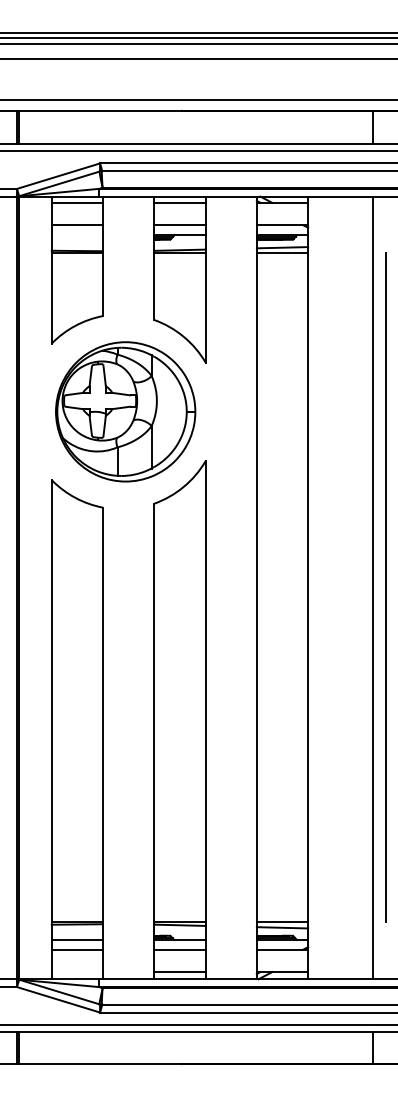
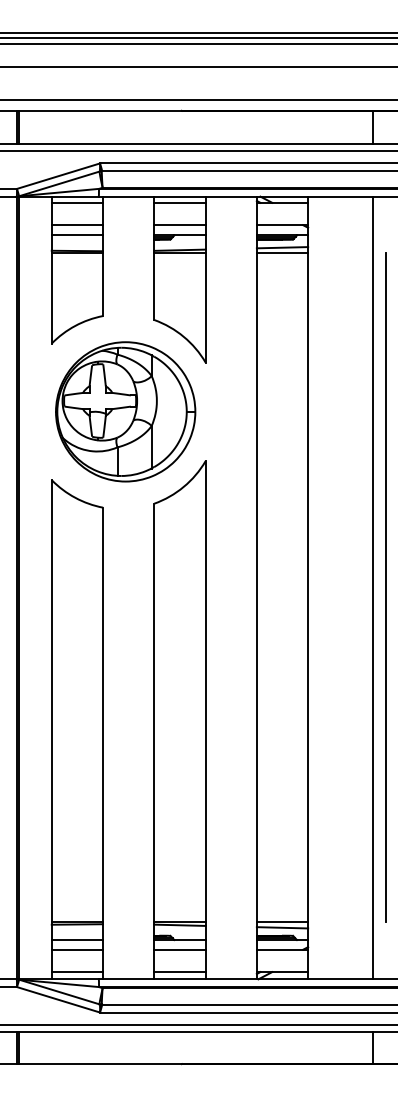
line at (198, 58) position: (198, 58) -> (198, 66)
line at (77, 235): none -> present
line at (77, 972): none -> present
